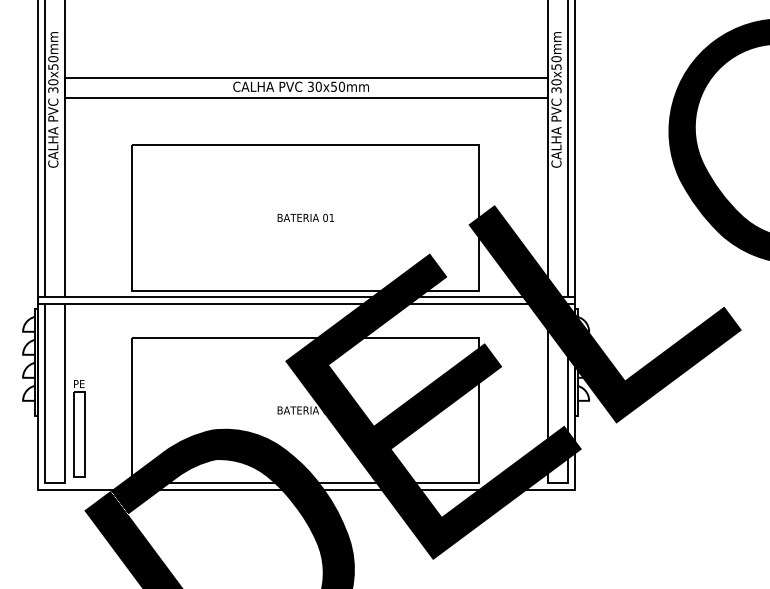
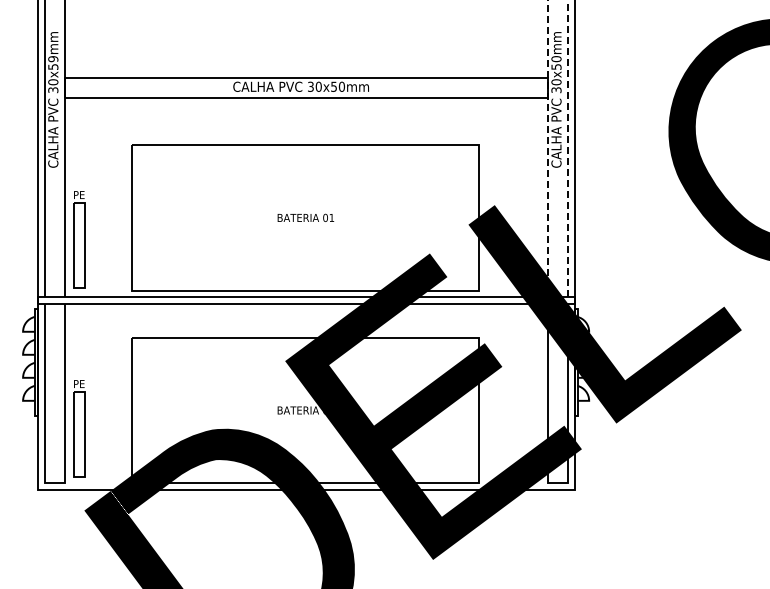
line at (547, 0): solid -> dashed
text at (53, 59): 30x50mm -> 30x59mm
part at (79, 239): none -> present
